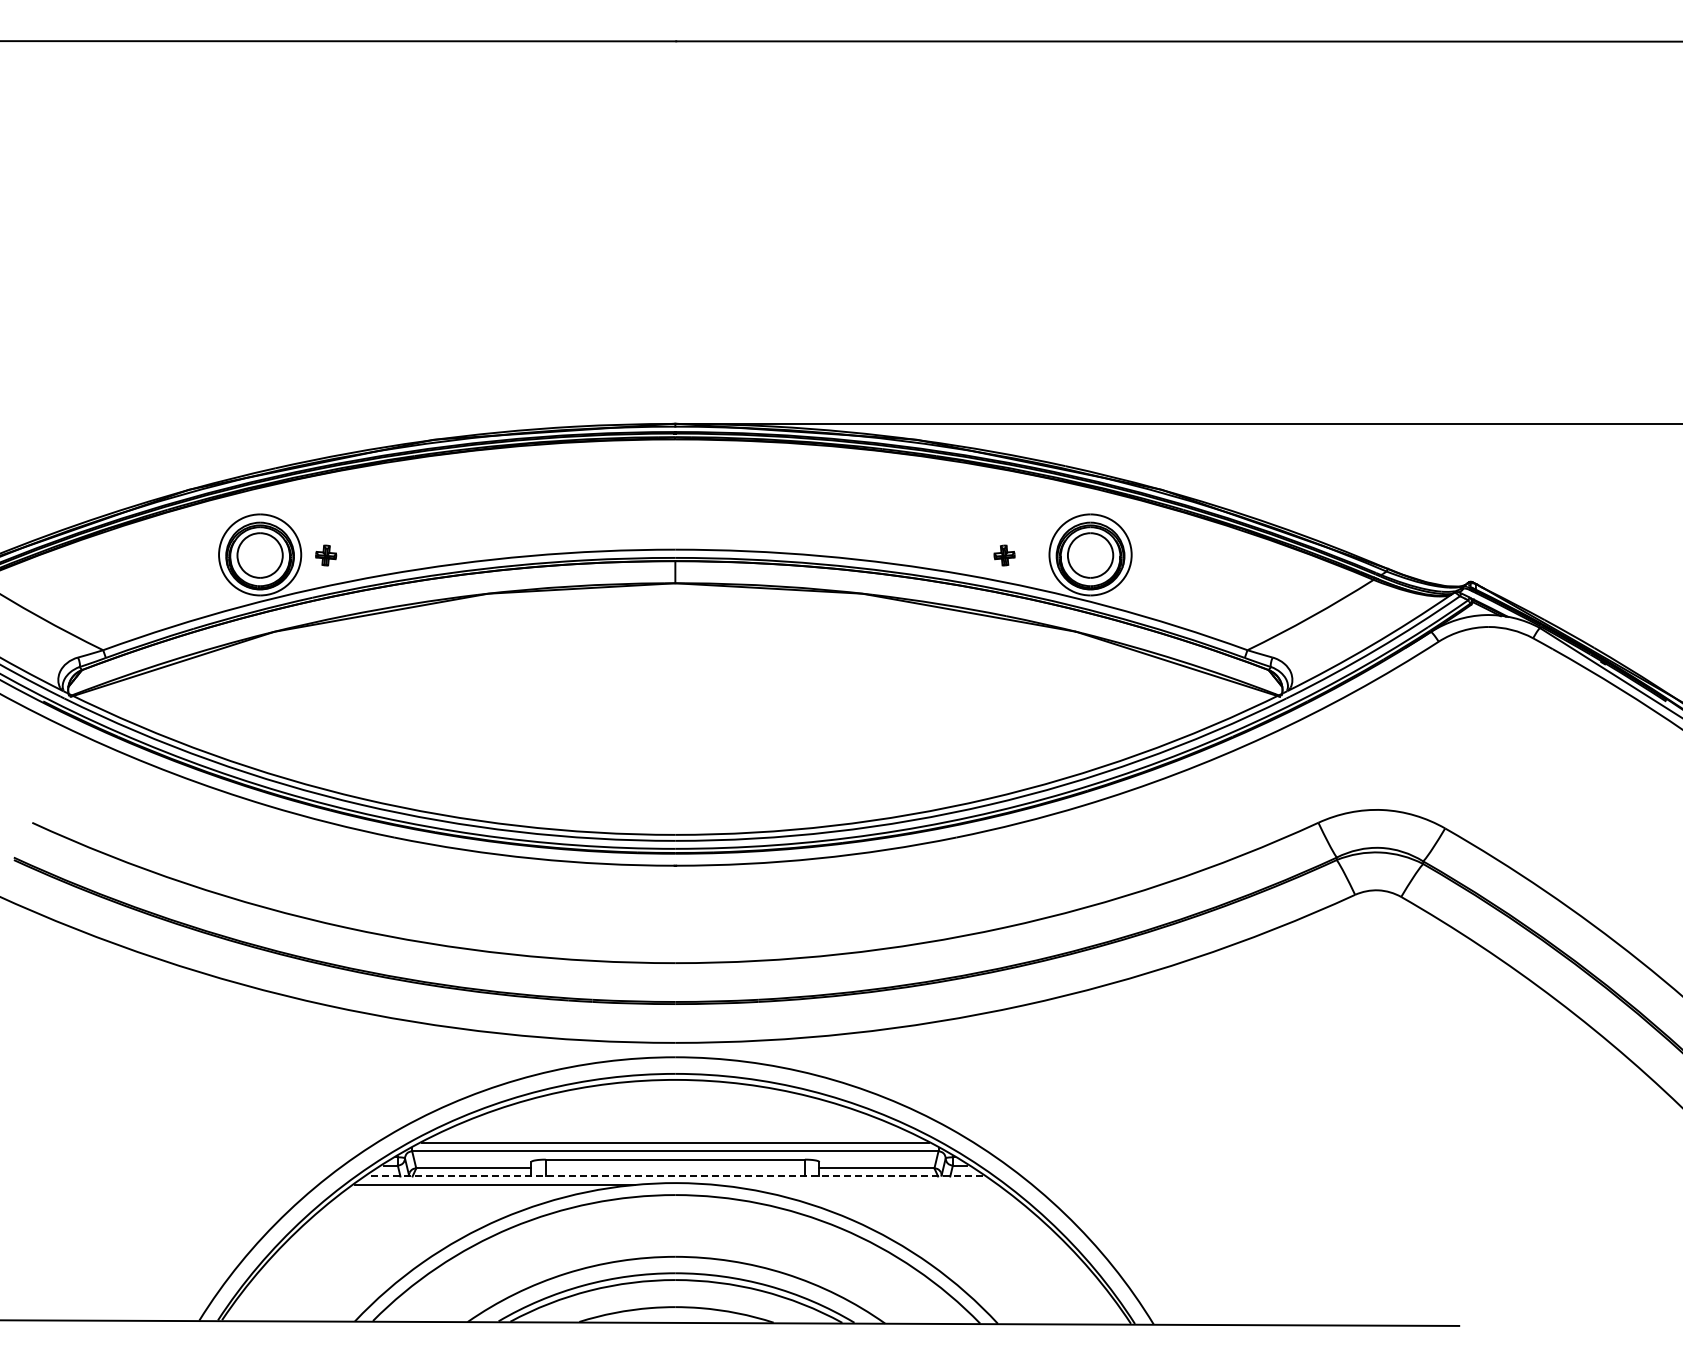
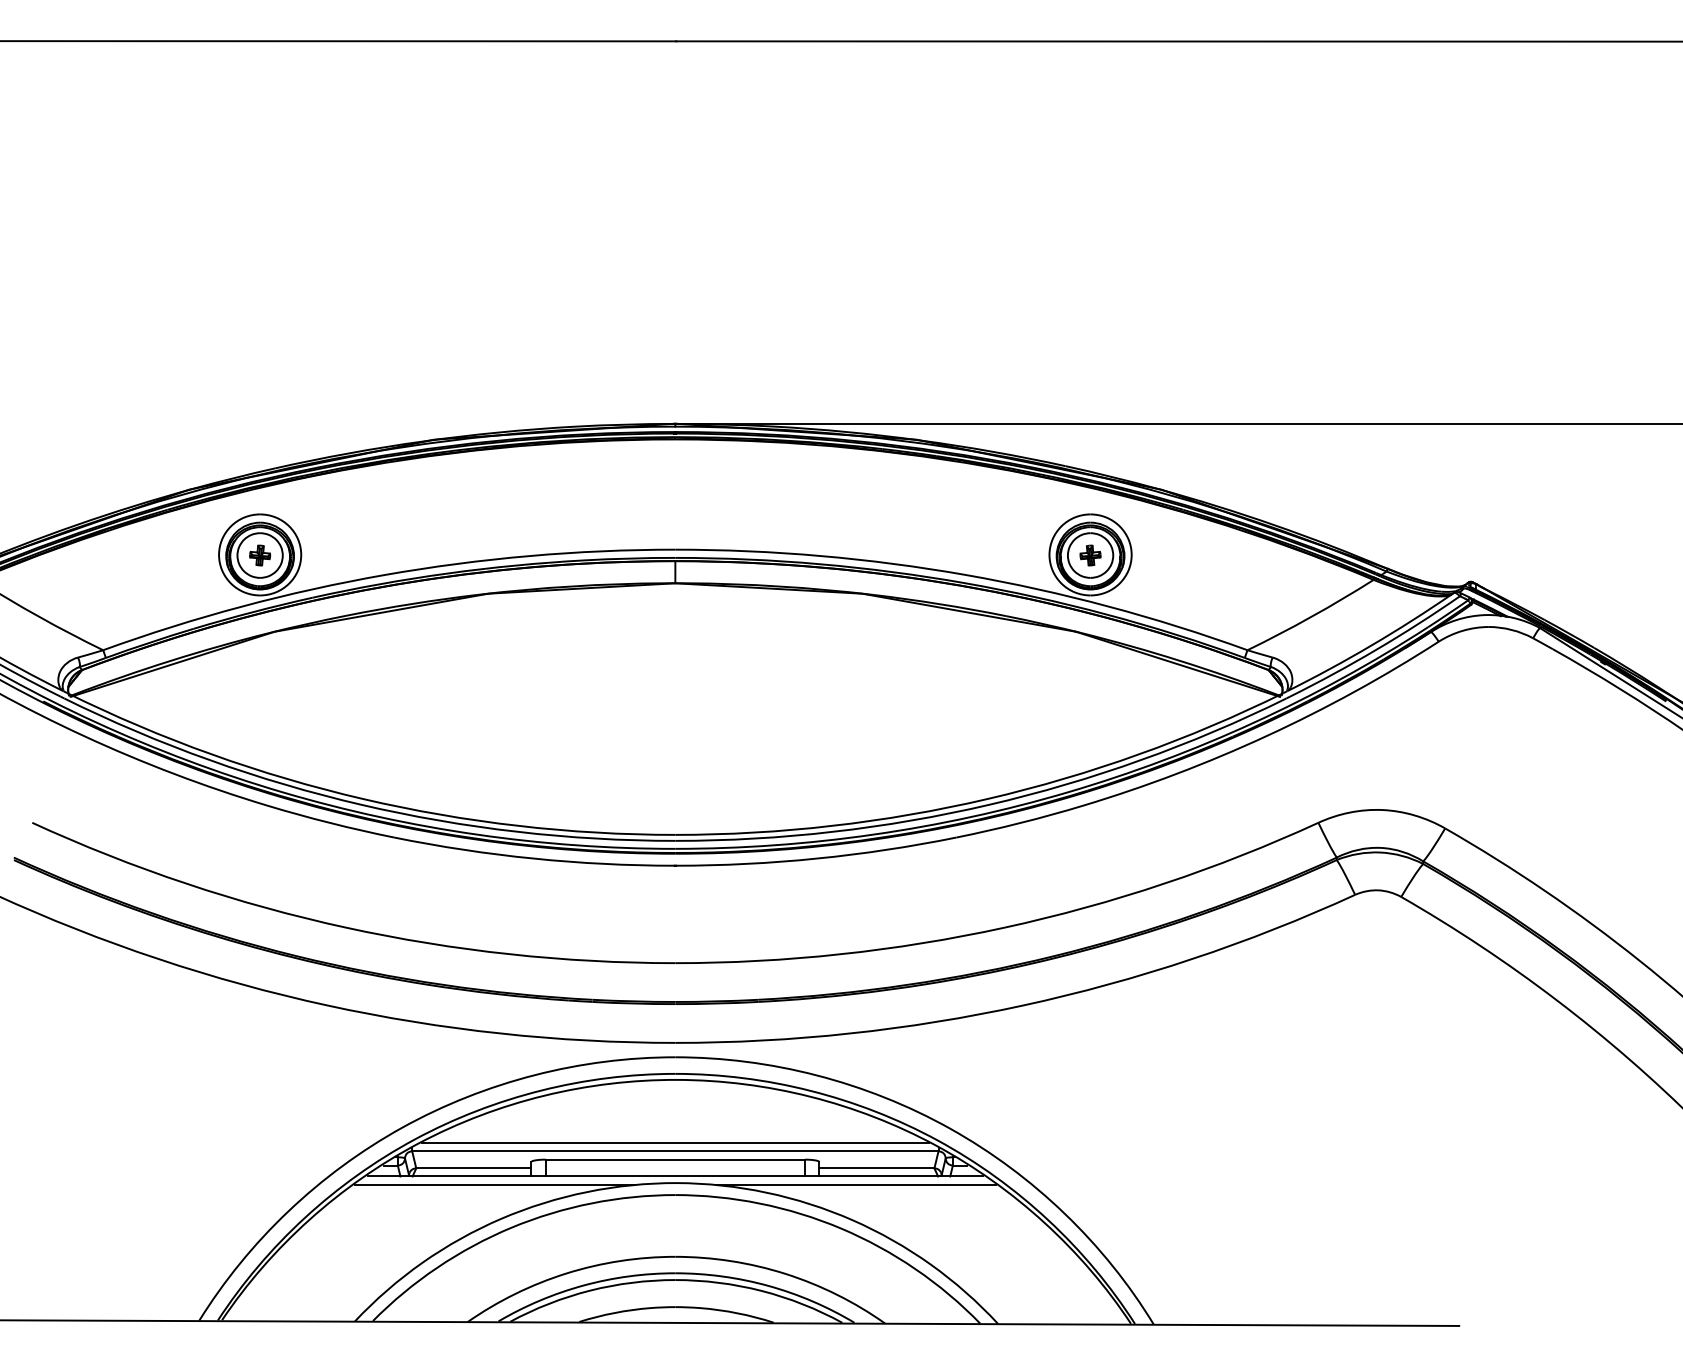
part at (326, 555) position: (326, 555) -> (260, 555)
part at (1004, 555) position: (1004, 555) -> (1090, 555)
line at (675, 1176): dashed -> solid
line at (855, 1185): none -> present
